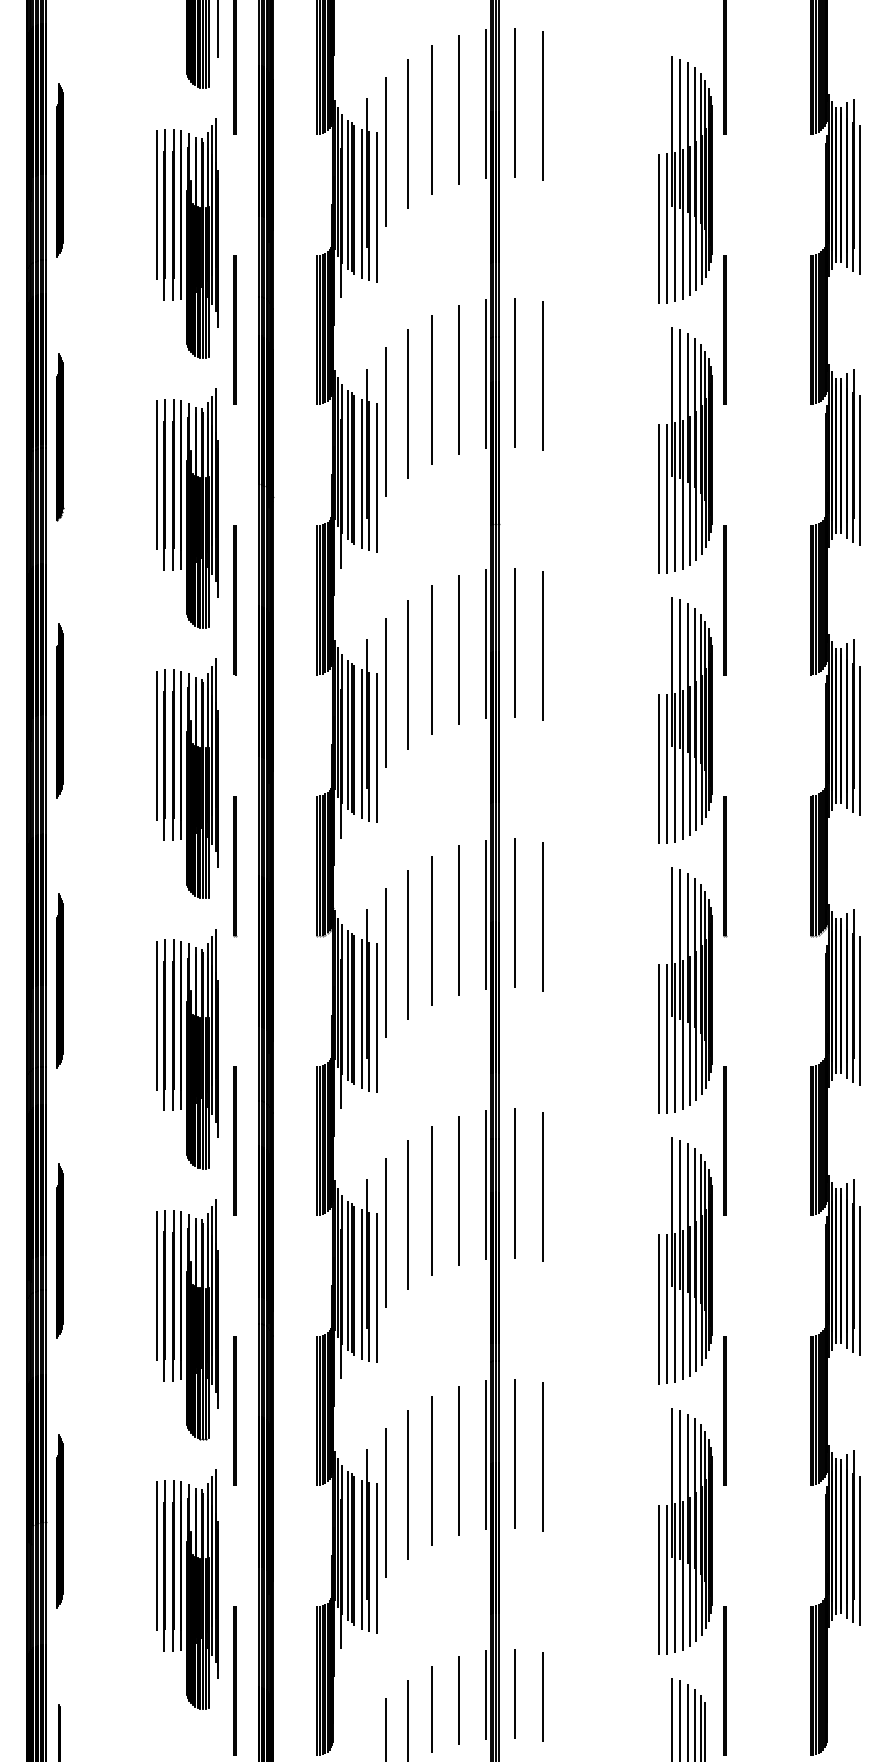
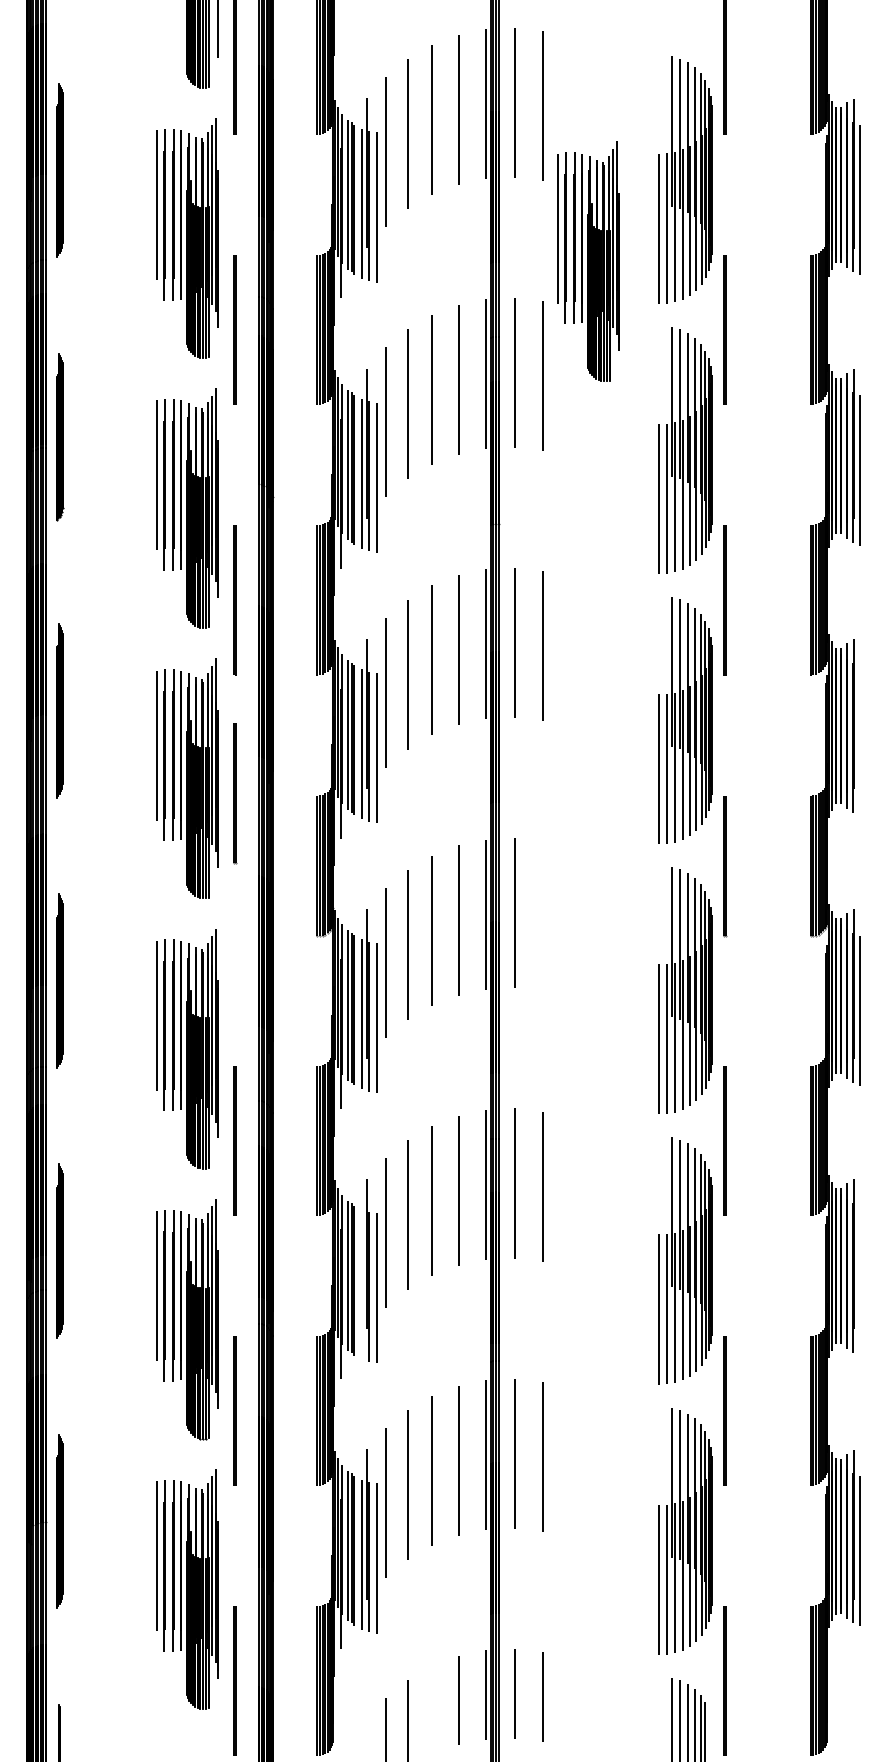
part at (588, 261): none -> present
line at (860, 740): present -> none
line at (235, 866) position: (235, 866) -> (235, 793)
line at (542, 916): present -> none
line at (860, 1281): present -> none
line at (361, 1284): present -> none
line at (432, 1709): present -> none
